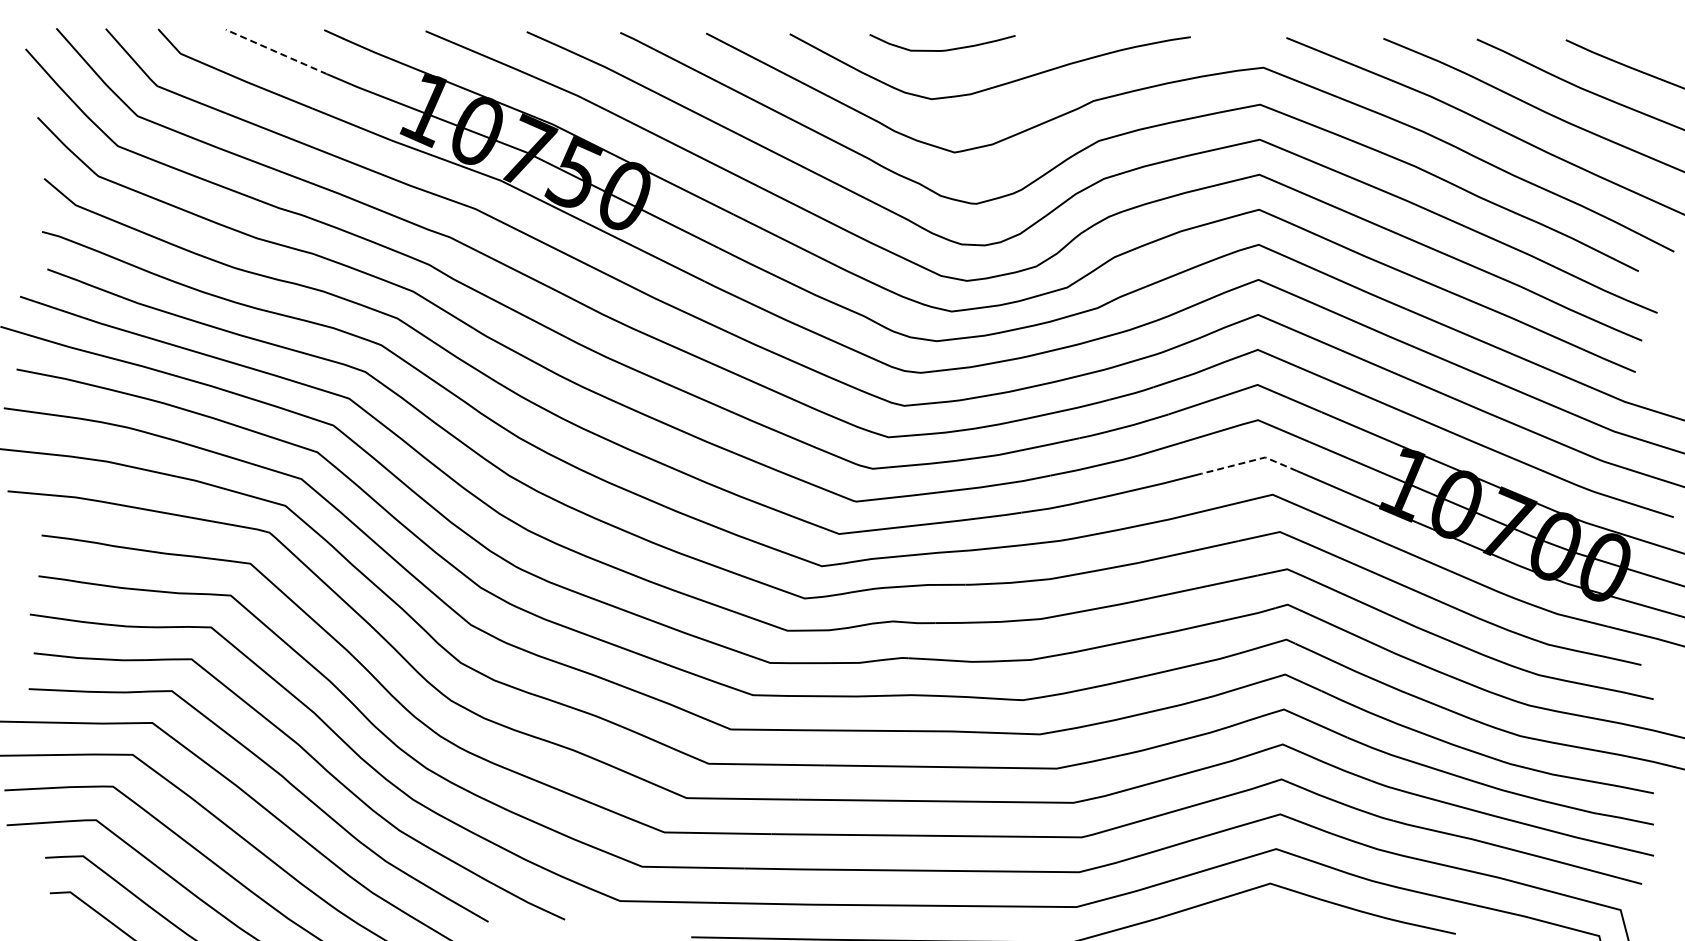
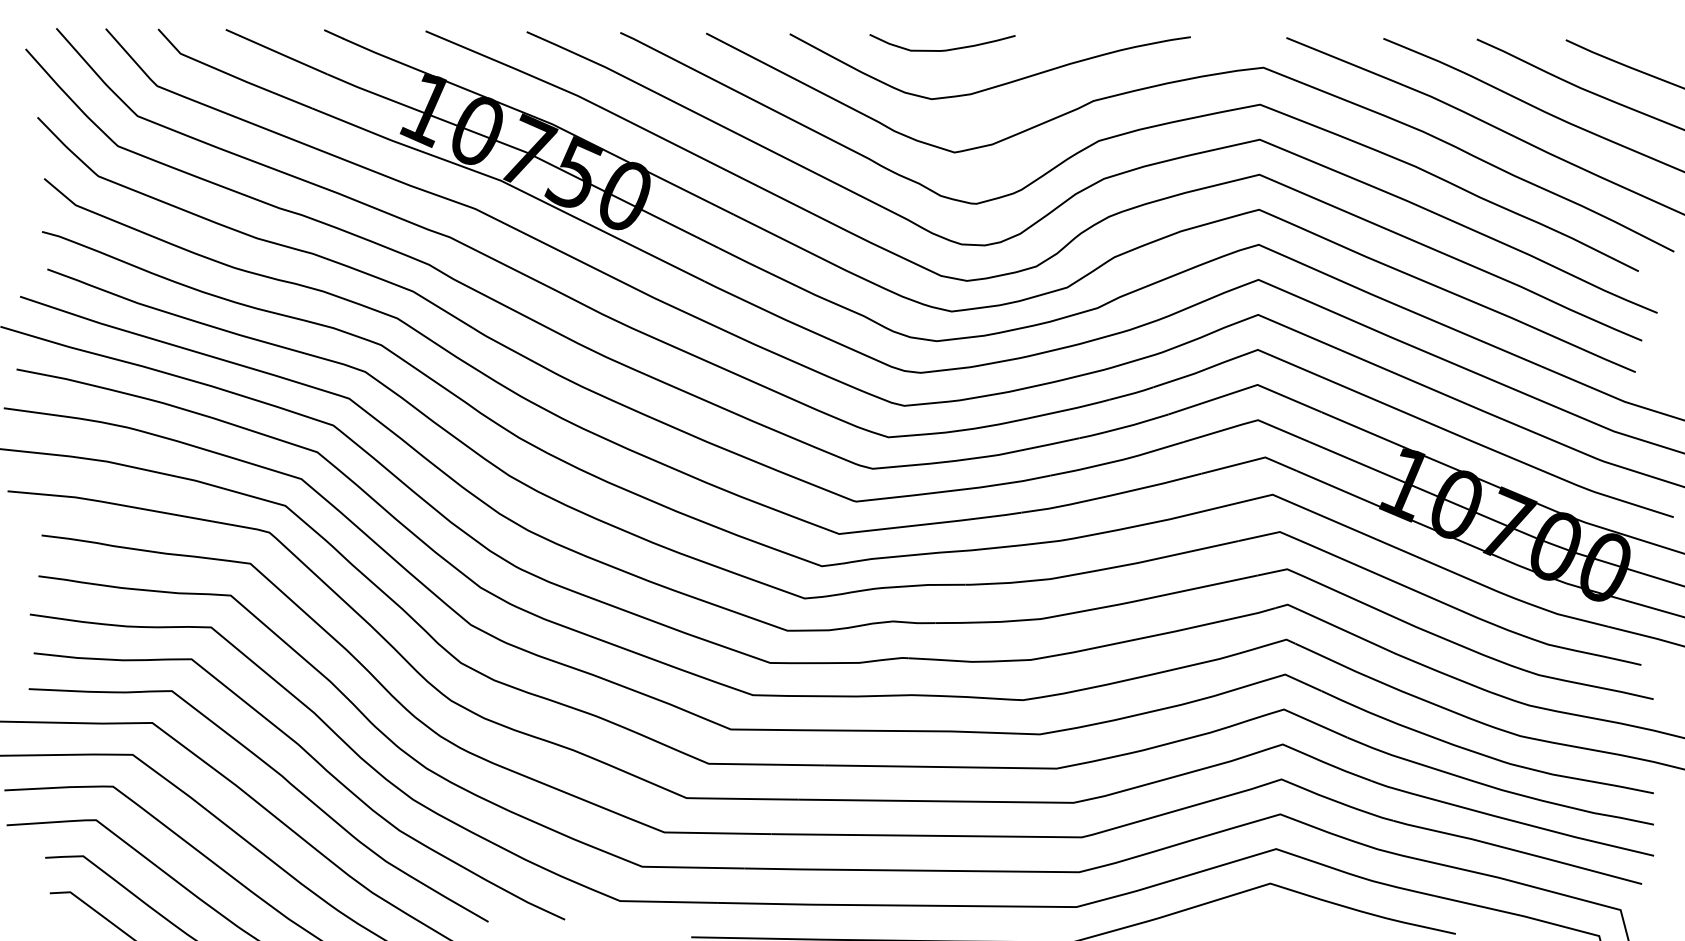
line at (277, 52): dashed -> solid
line at (1250, 461): dashed -> solid
